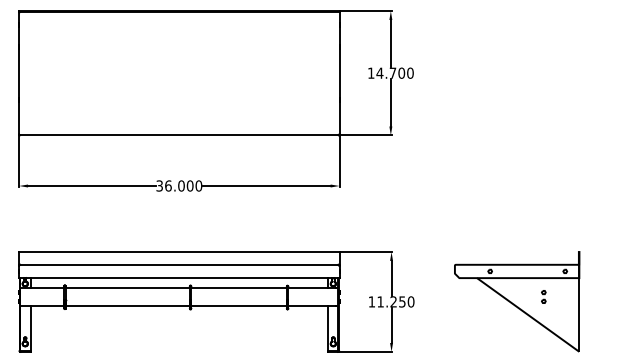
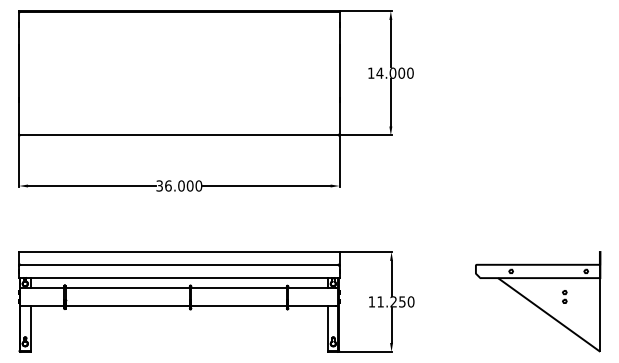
text at (392, 72): 14.700 -> 14.000
part at (517, 301) position: (517, 301) -> (538, 301)
